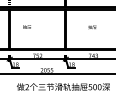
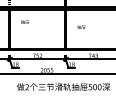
text at (26, 26) position: (26, 26) -> (24, 21)
text at (92, 27) position: (92, 27) -> (81, 27)
